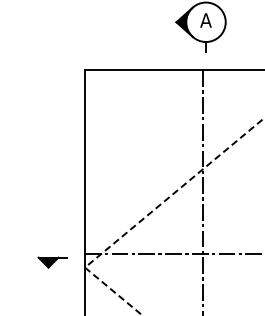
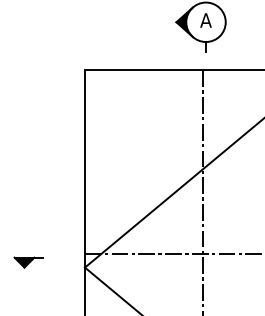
line at (145, 217): dashed -> solid
part at (52, 262) position: (52, 262) -> (28, 262)
